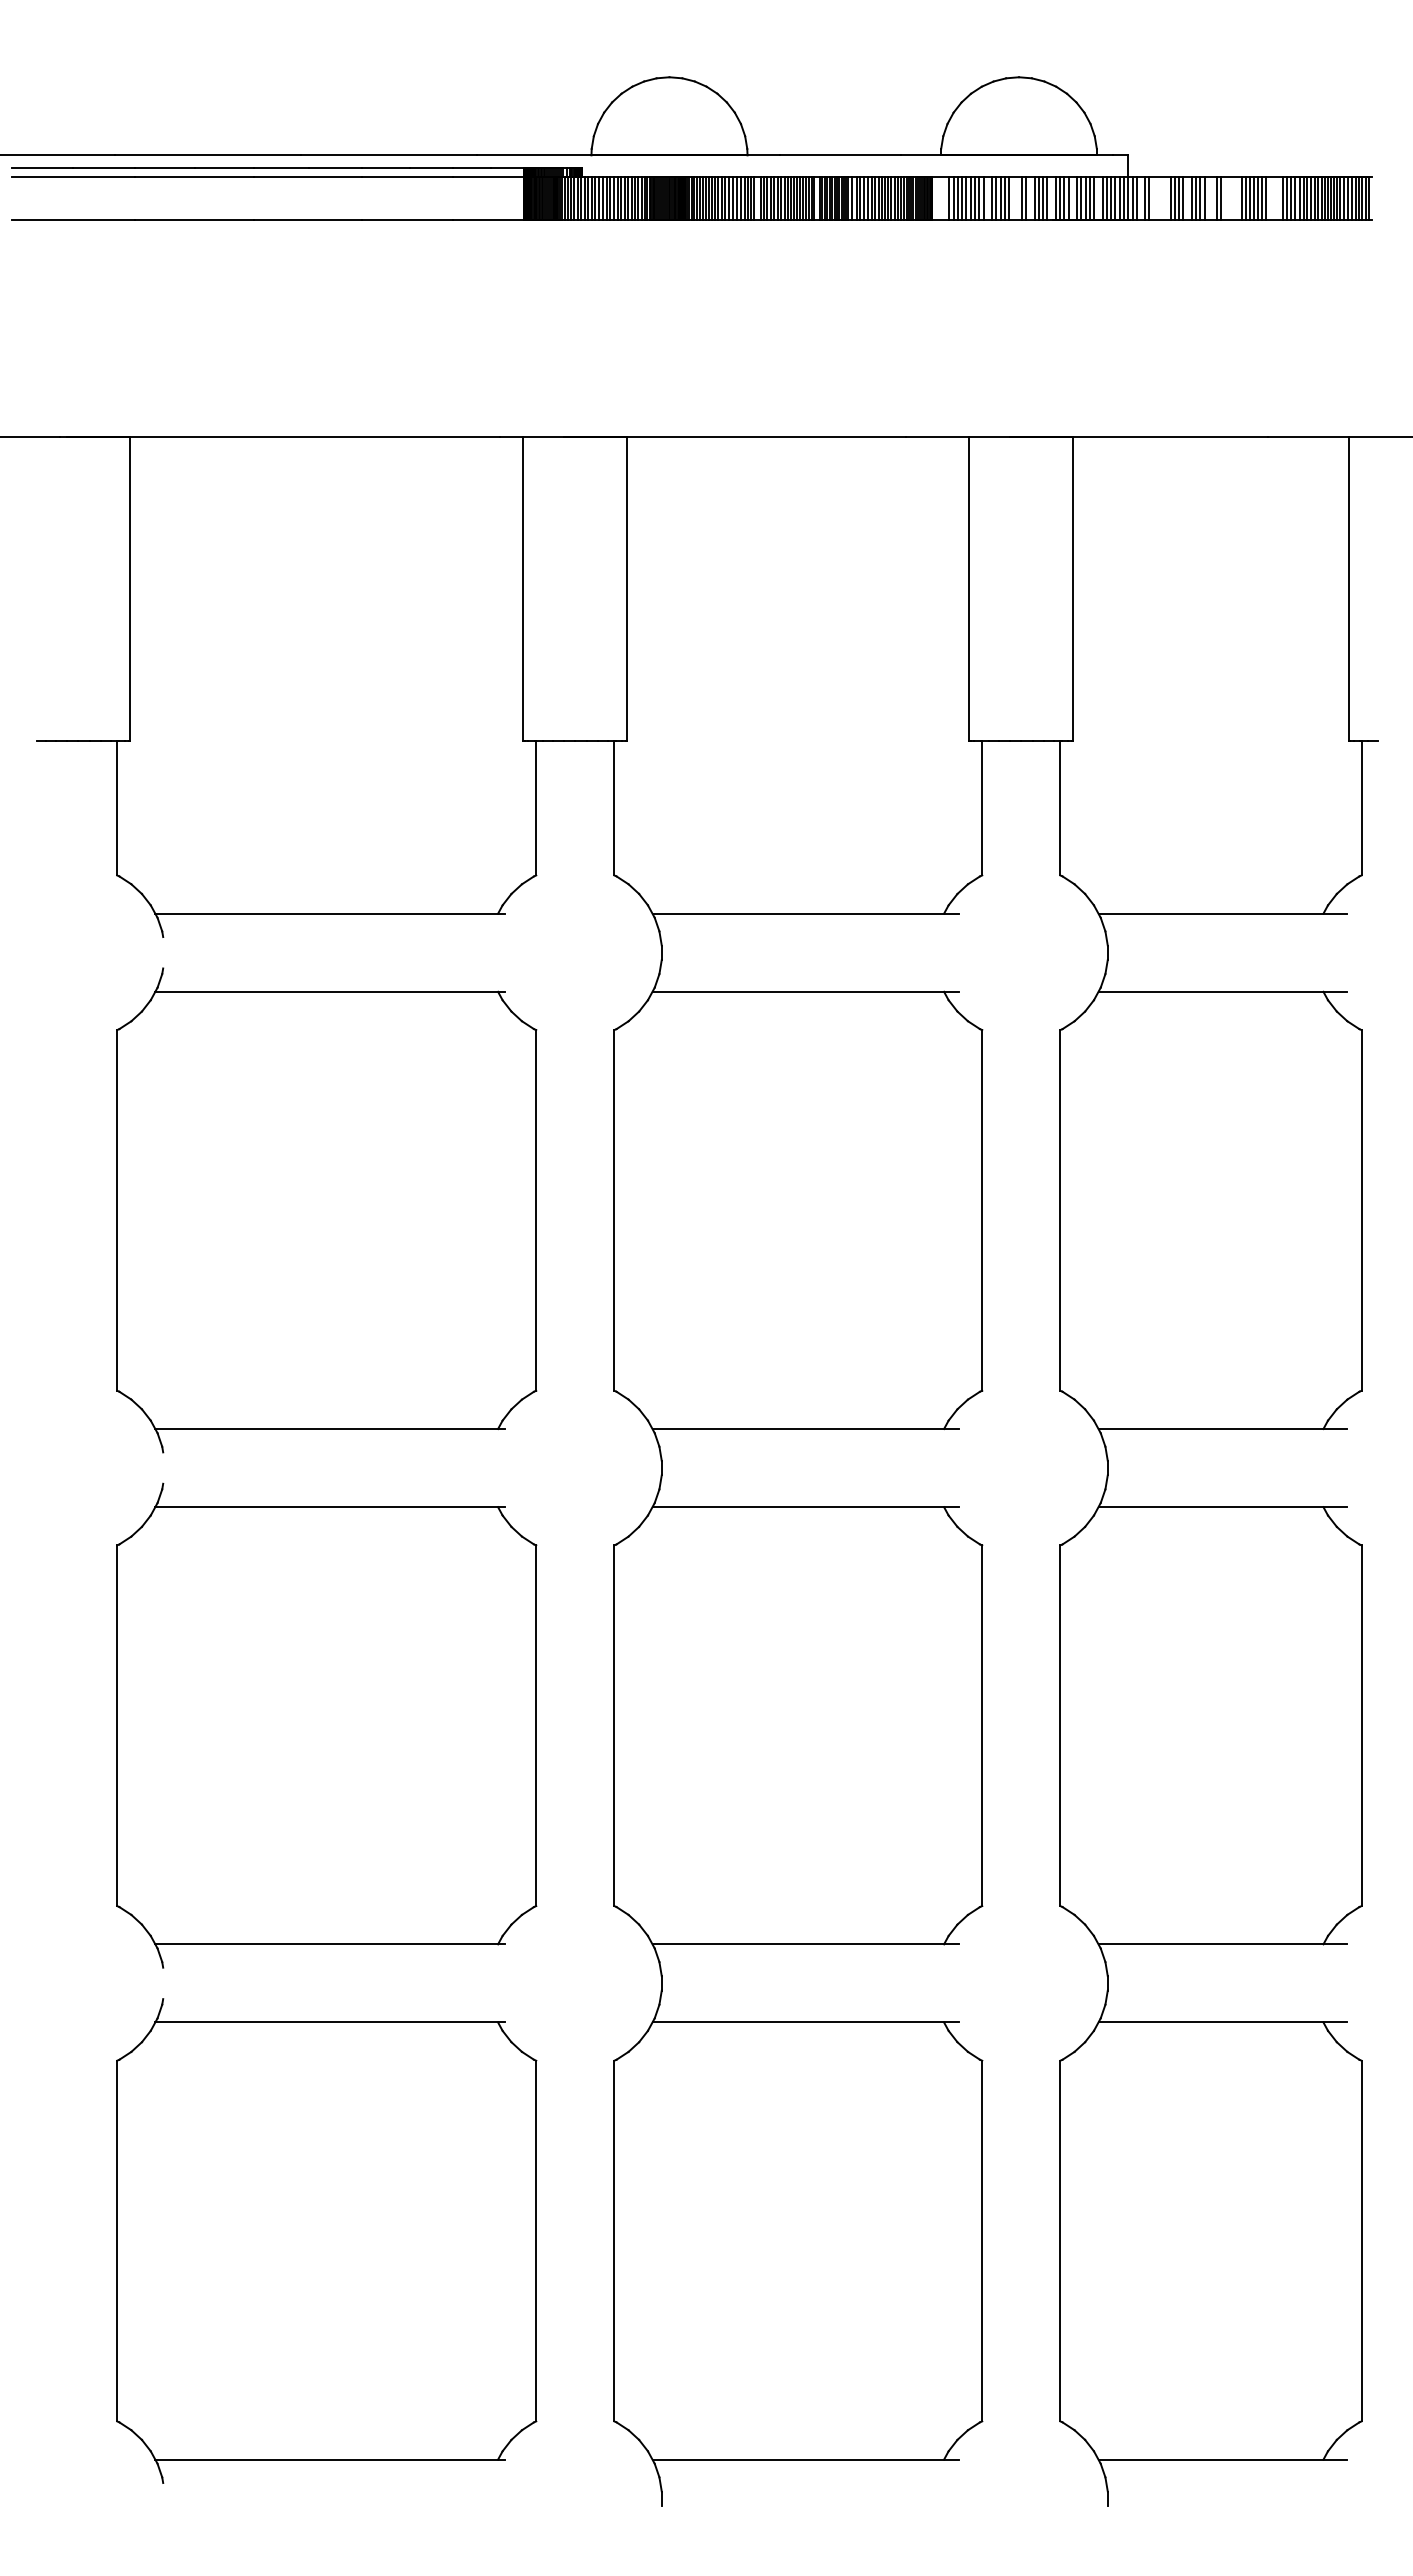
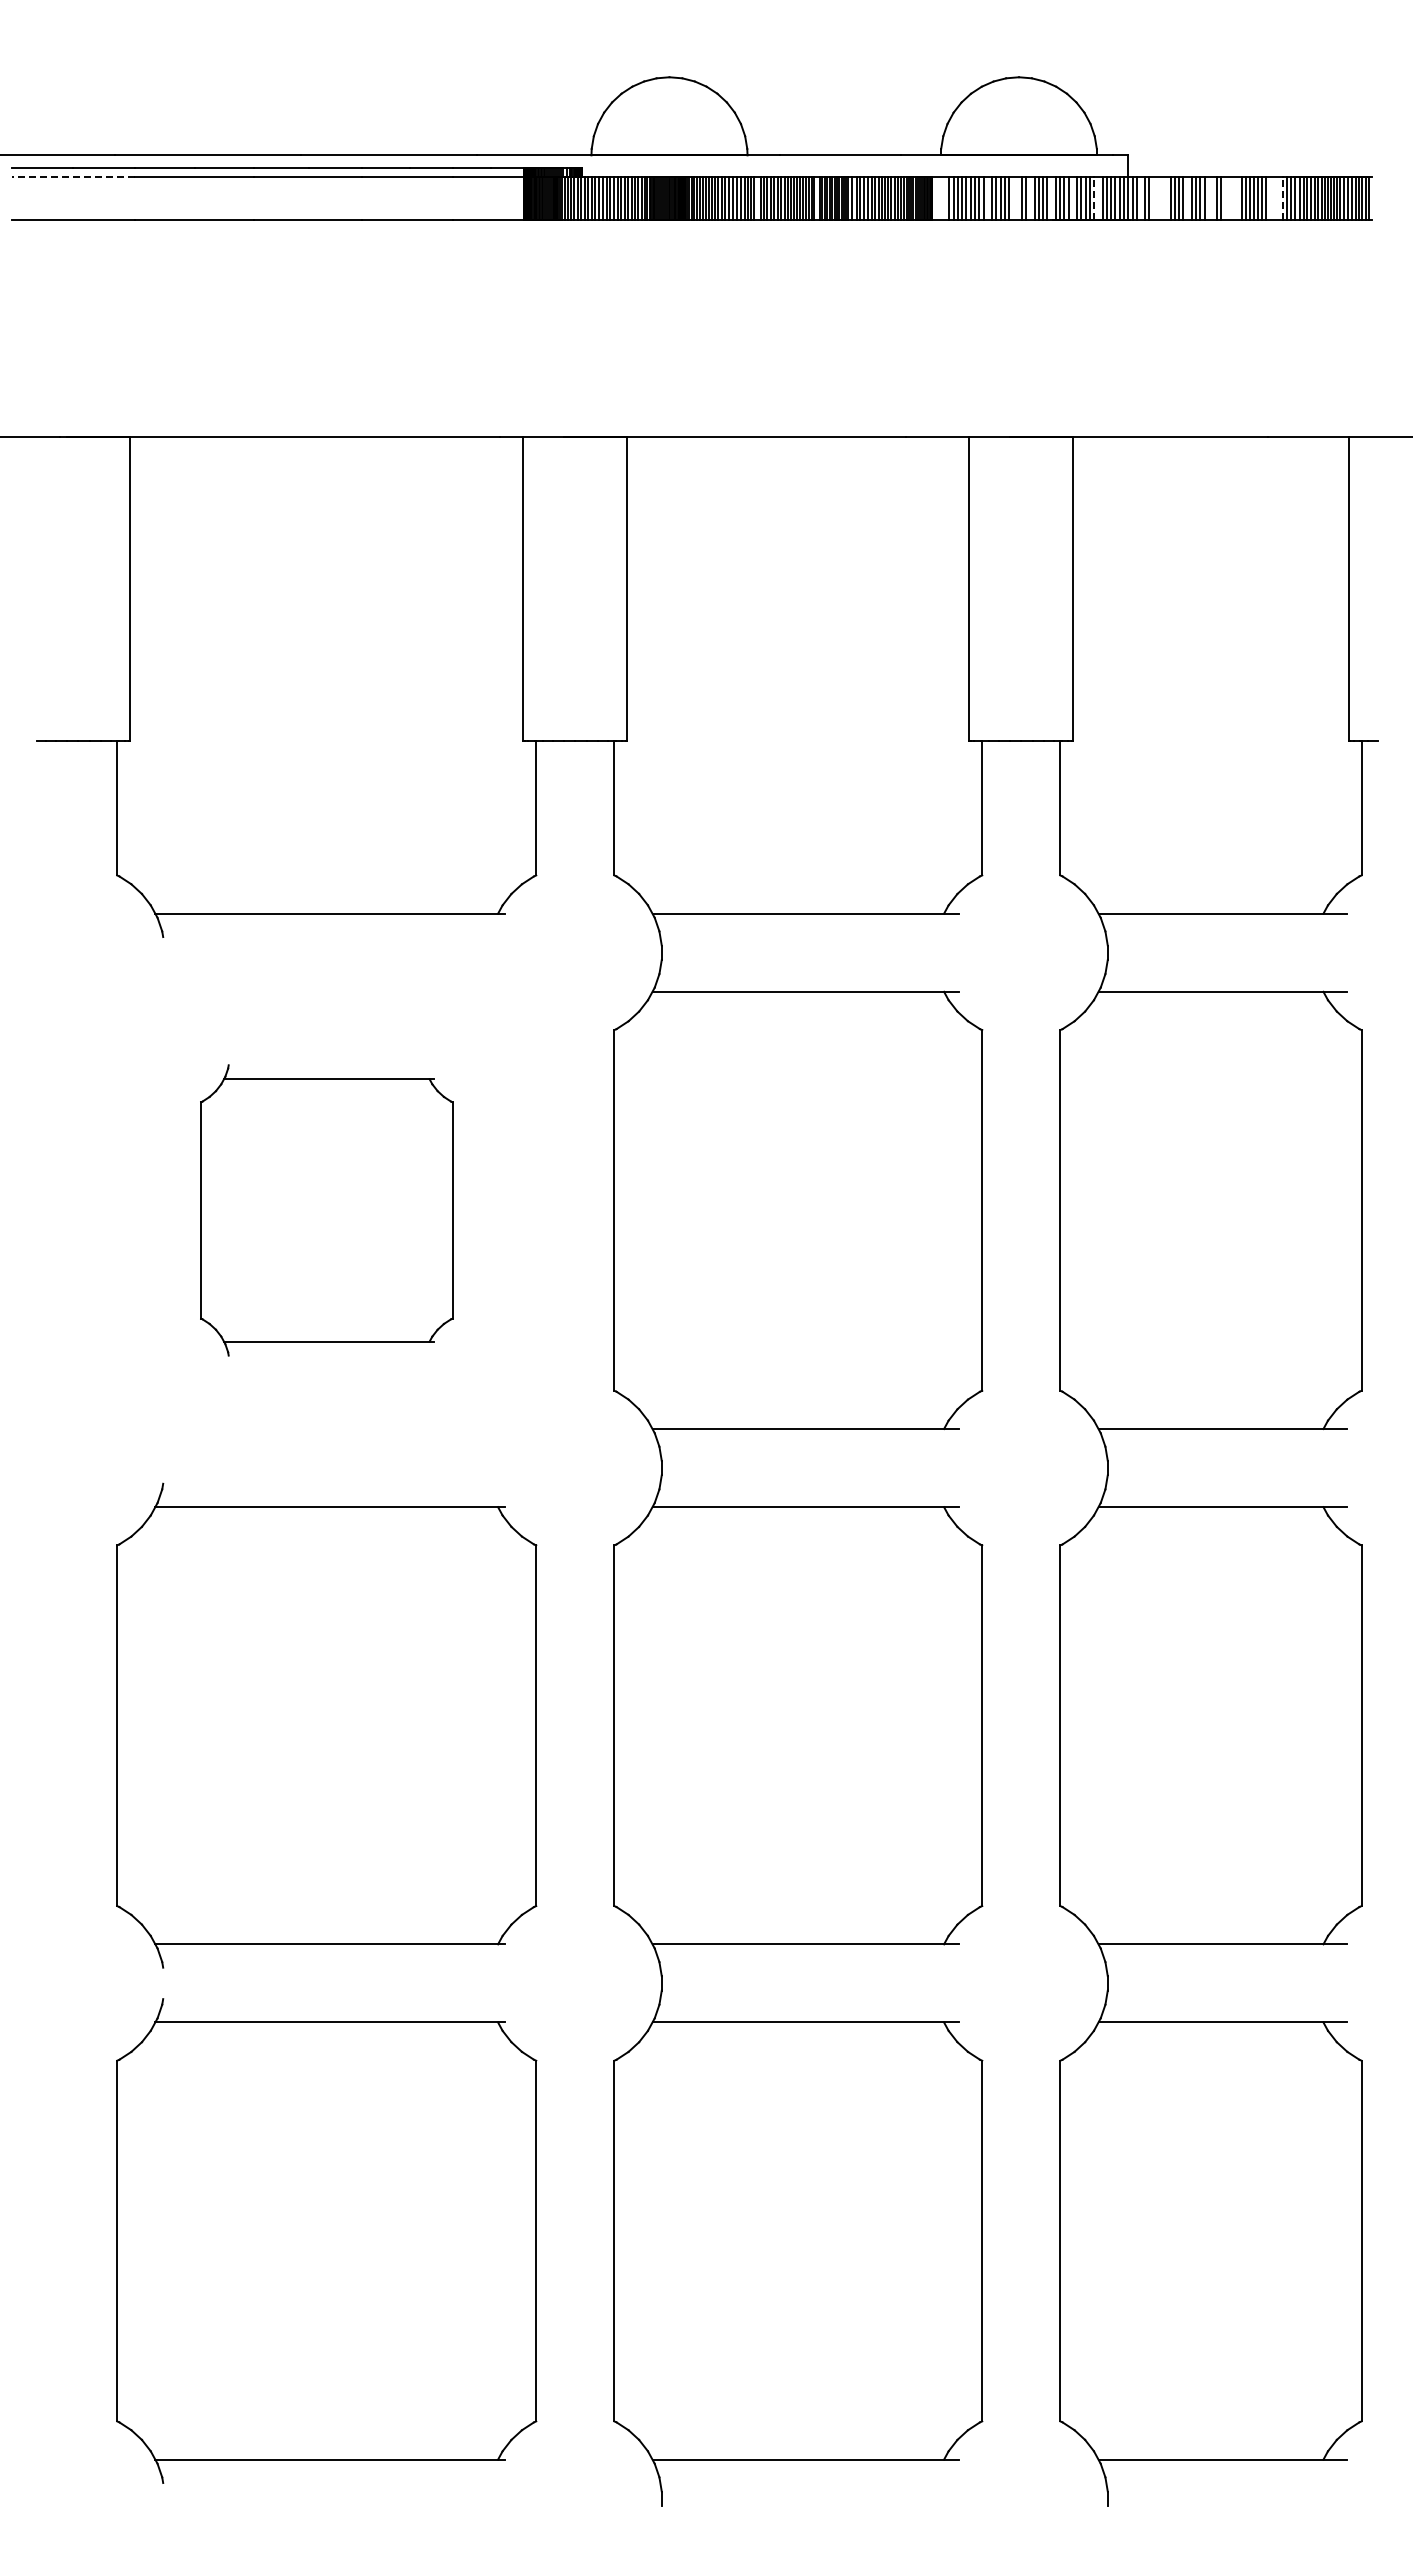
line at (73, 177): solid -> dashed
line at (1094, 198): solid -> dashed
line at (1282, 198): solid -> dashed
part at (326, 1210) size: 422x487 px -> 254x293 px
